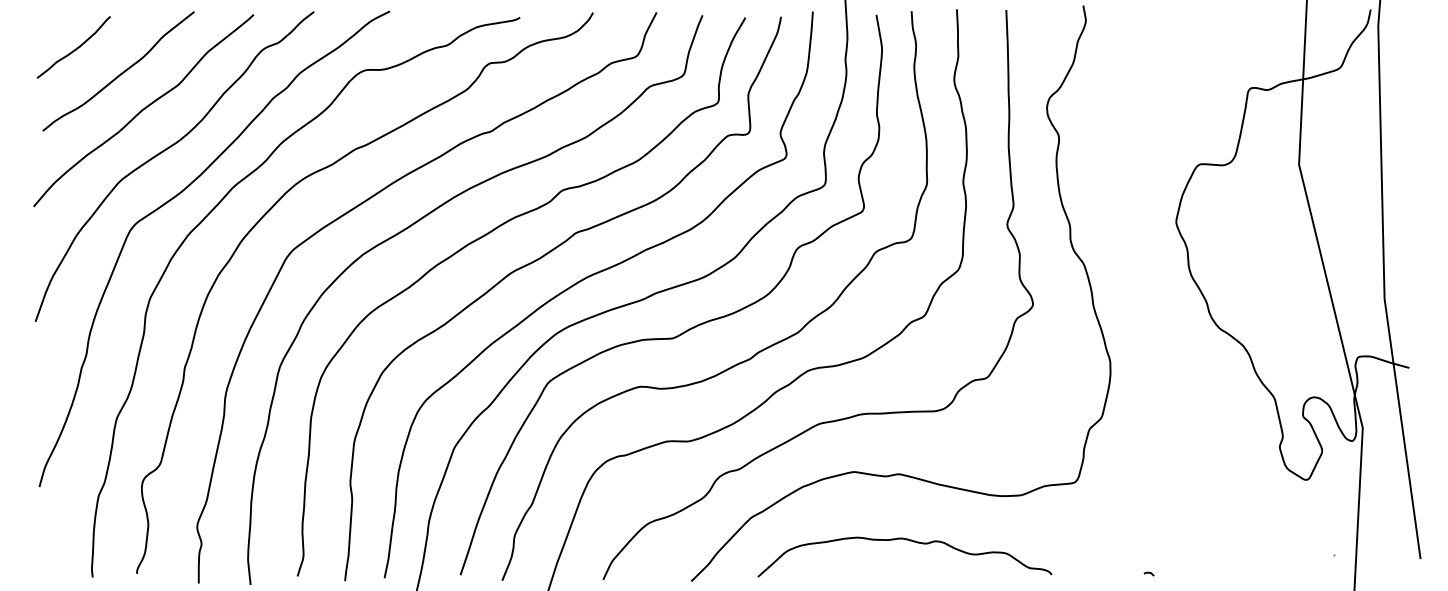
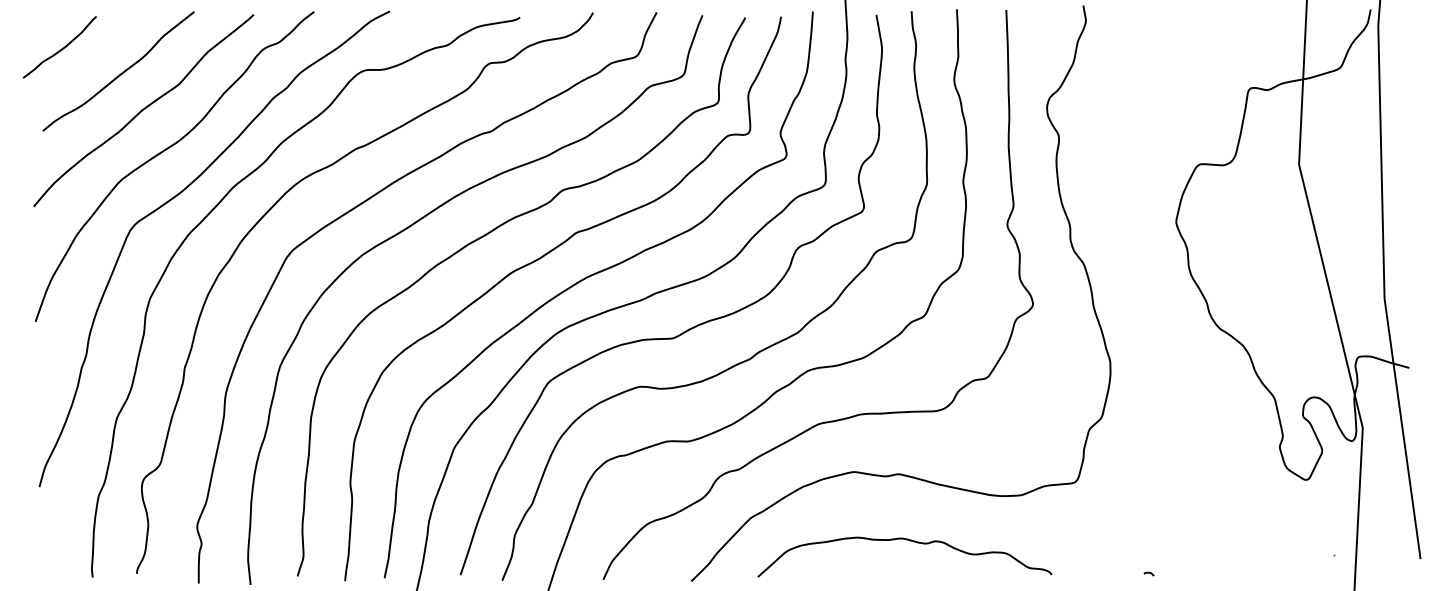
curve at (75, 48) position: (75, 48) -> (61, 48)
